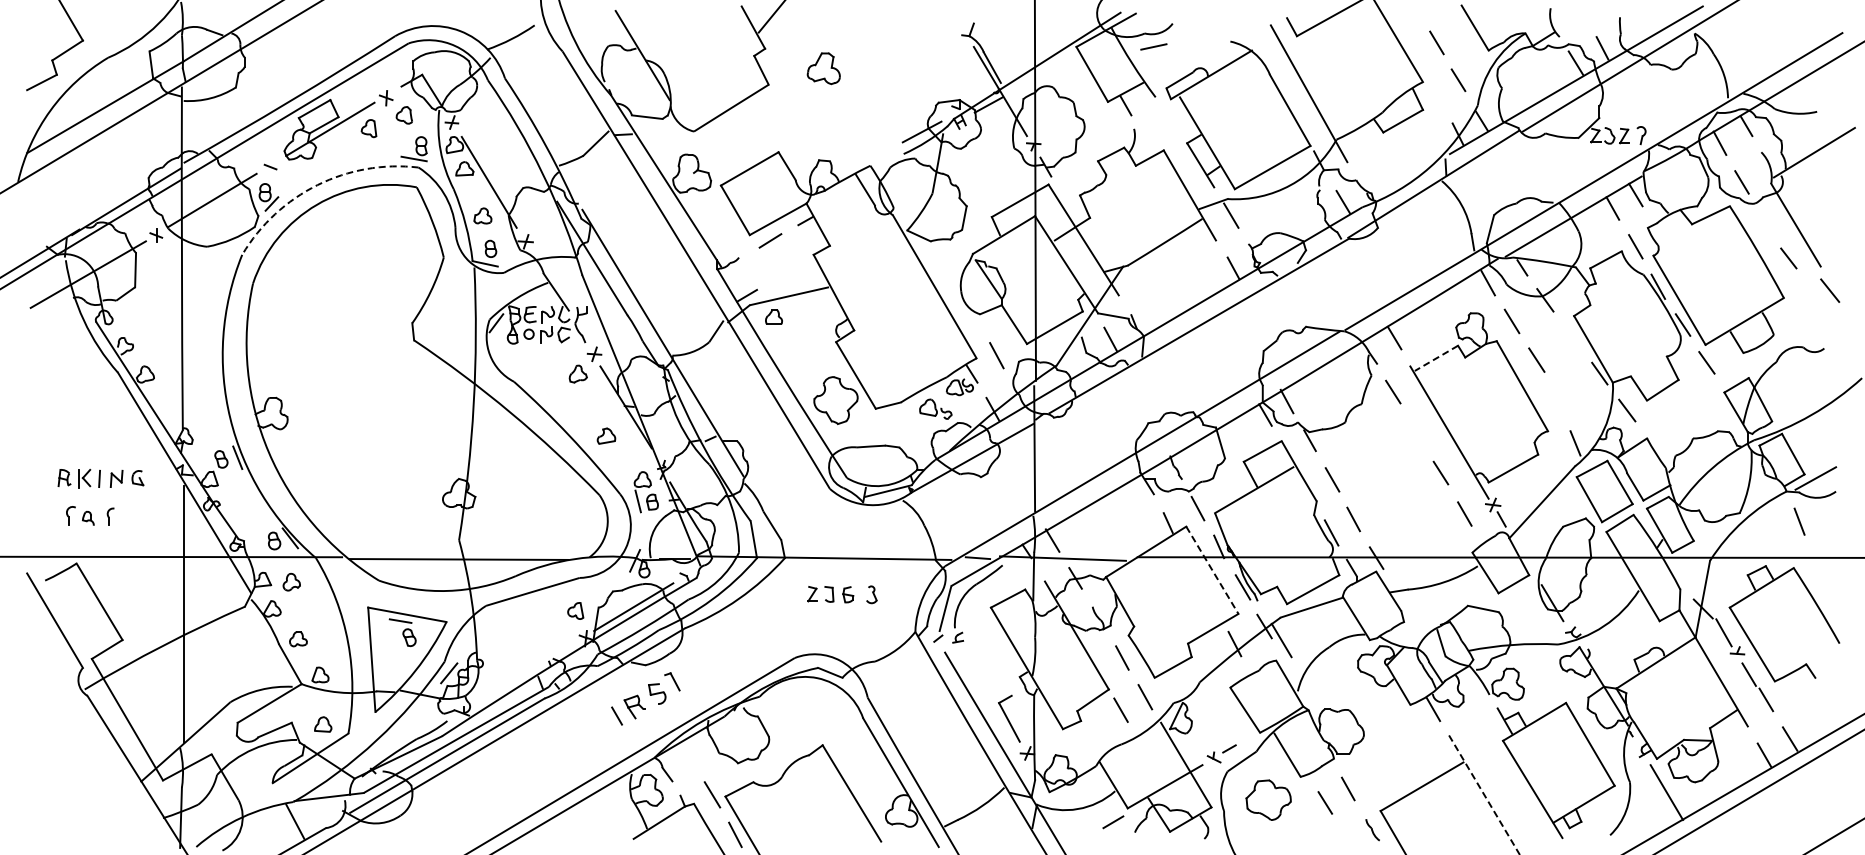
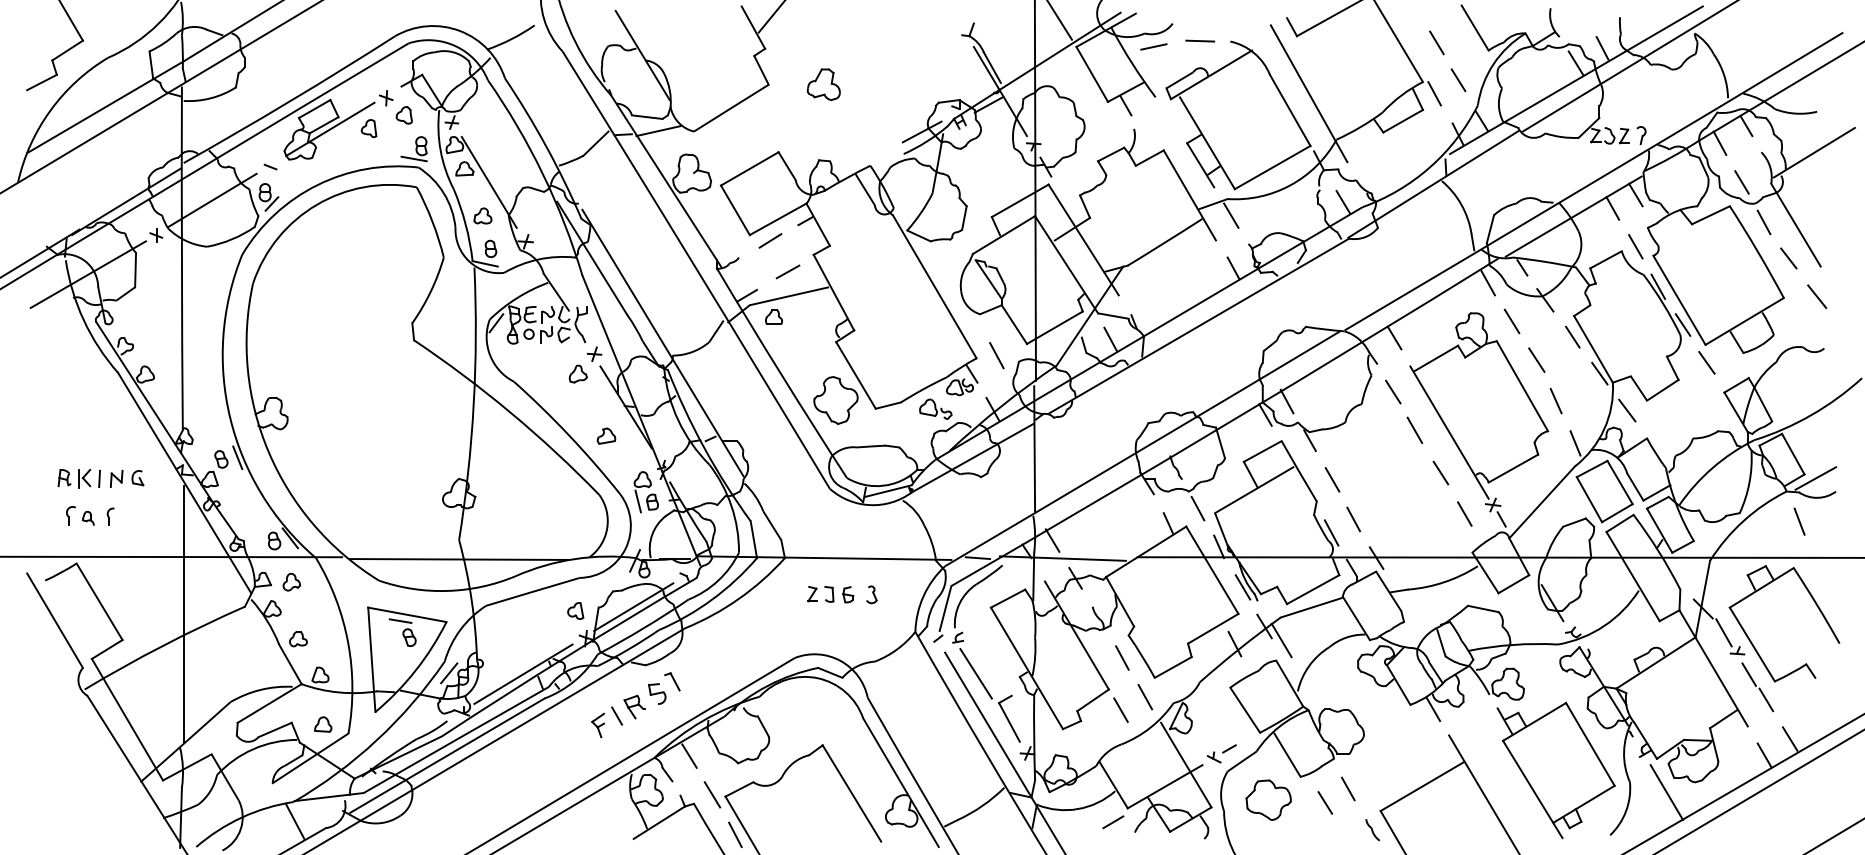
line at (1059, 20): none -> present
line at (1200, 40): none -> present
part at (823, 68) position: (823, 68) -> (823, 84)
line at (1434, 93): none -> present
line at (658, 131): none -> present
arc at (317, 185): dashed -> solid
line at (1763, 222): none -> present
line at (787, 271): none -> present
line at (1830, 290) position: (1830, 290) -> (1817, 296)
line at (1572, 336): none -> present
line at (1436, 358): dashed -> solid
line at (1555, 400): none -> present
line at (1414, 429): none -> present
line at (1212, 570): dashed -> solid
line at (523, 673): none -> present
line at (975, 673): none -> present
part at (597, 725): none -> present
line at (689, 755): none -> present
line at (1484, 795): dashed -> solid
